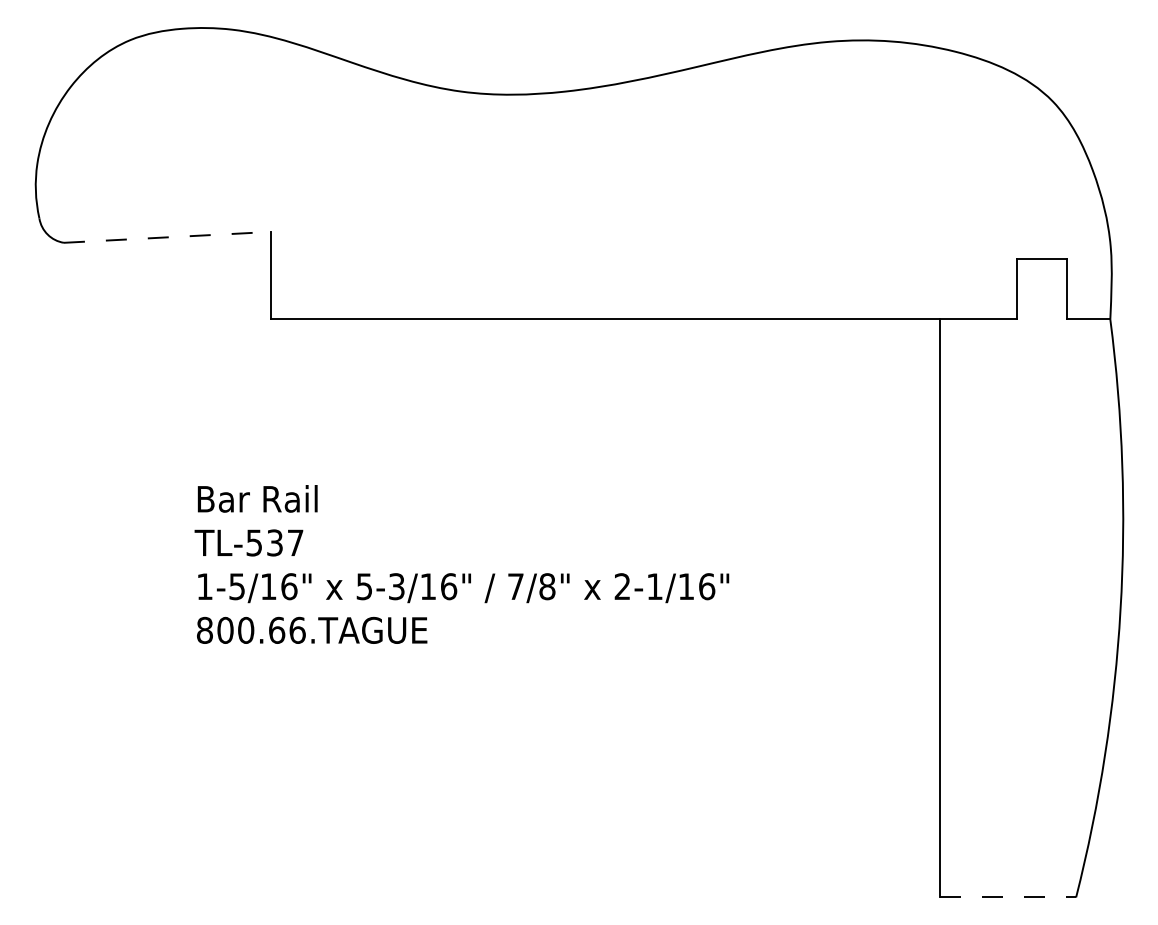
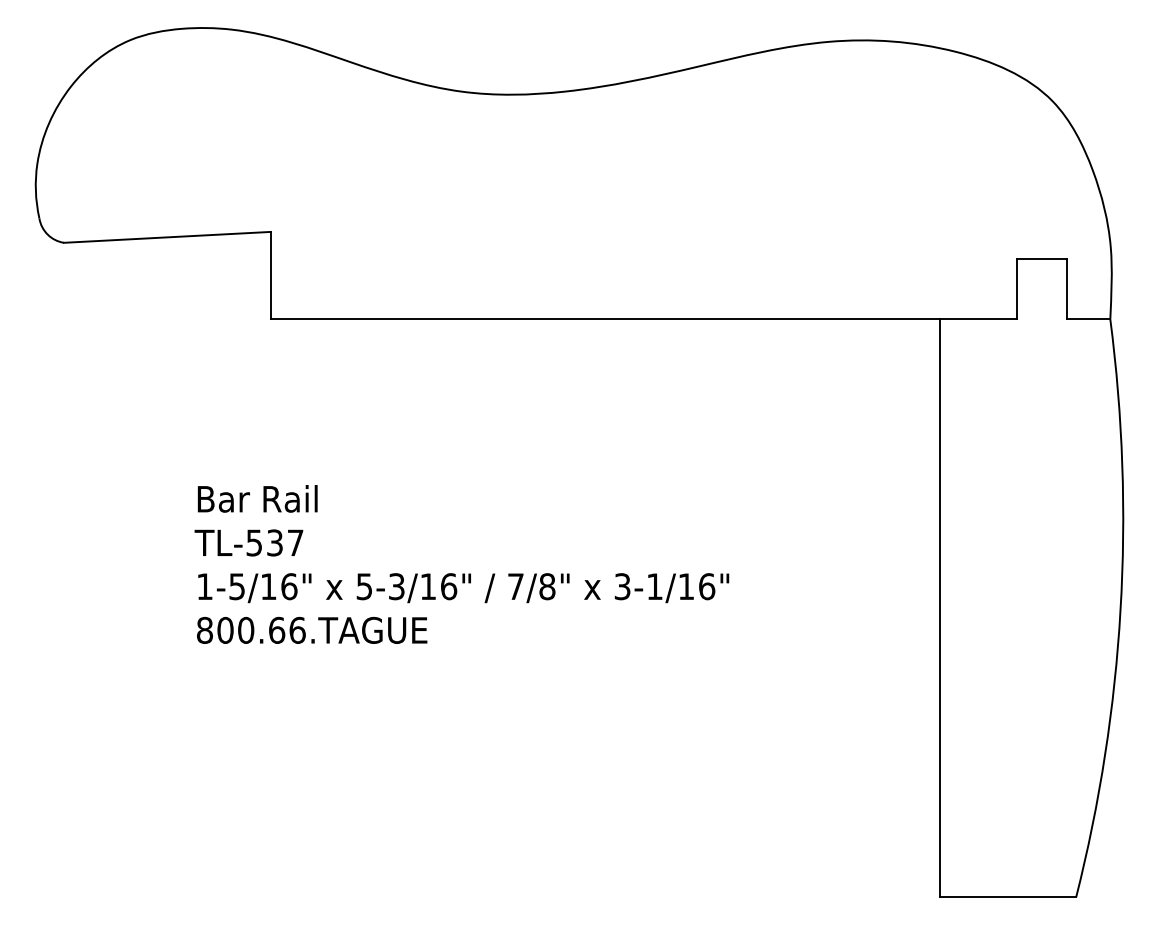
line at (167, 237): dashed -> solid
text at (622, 586): 2-1/16" -> 3-1/16"
line at (1008, 897): dashed -> solid
